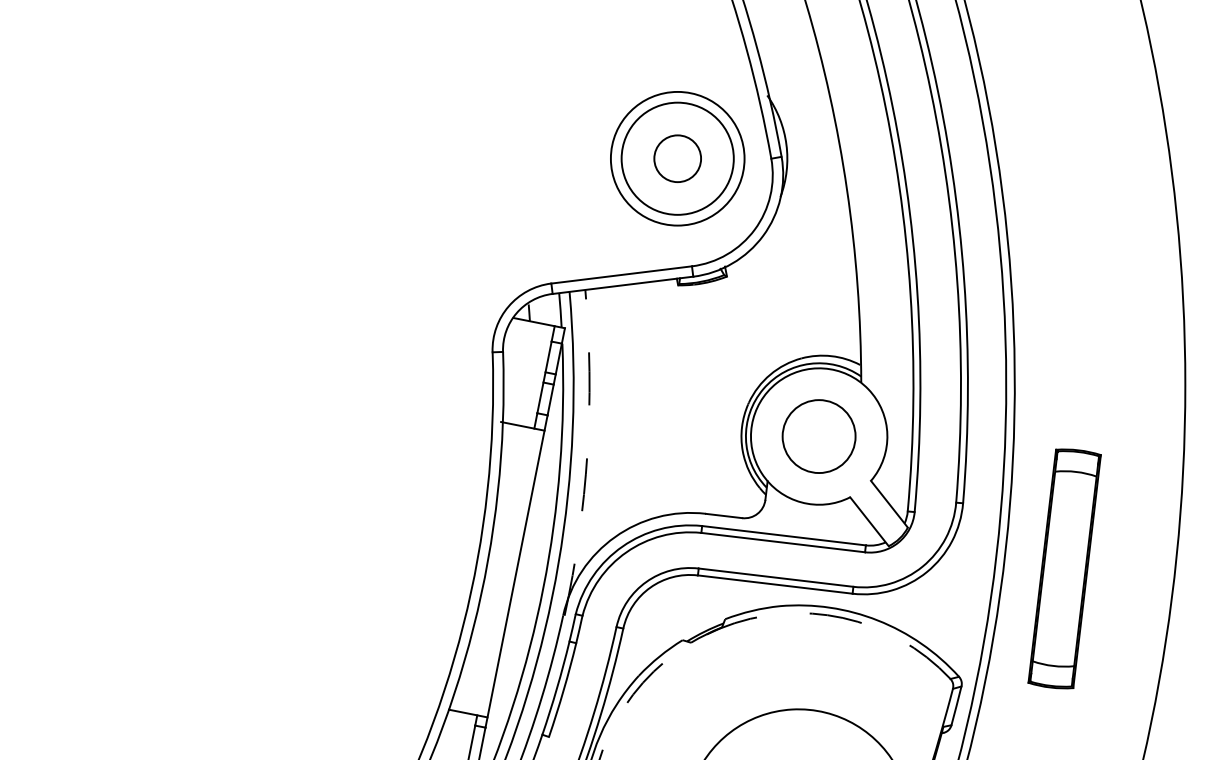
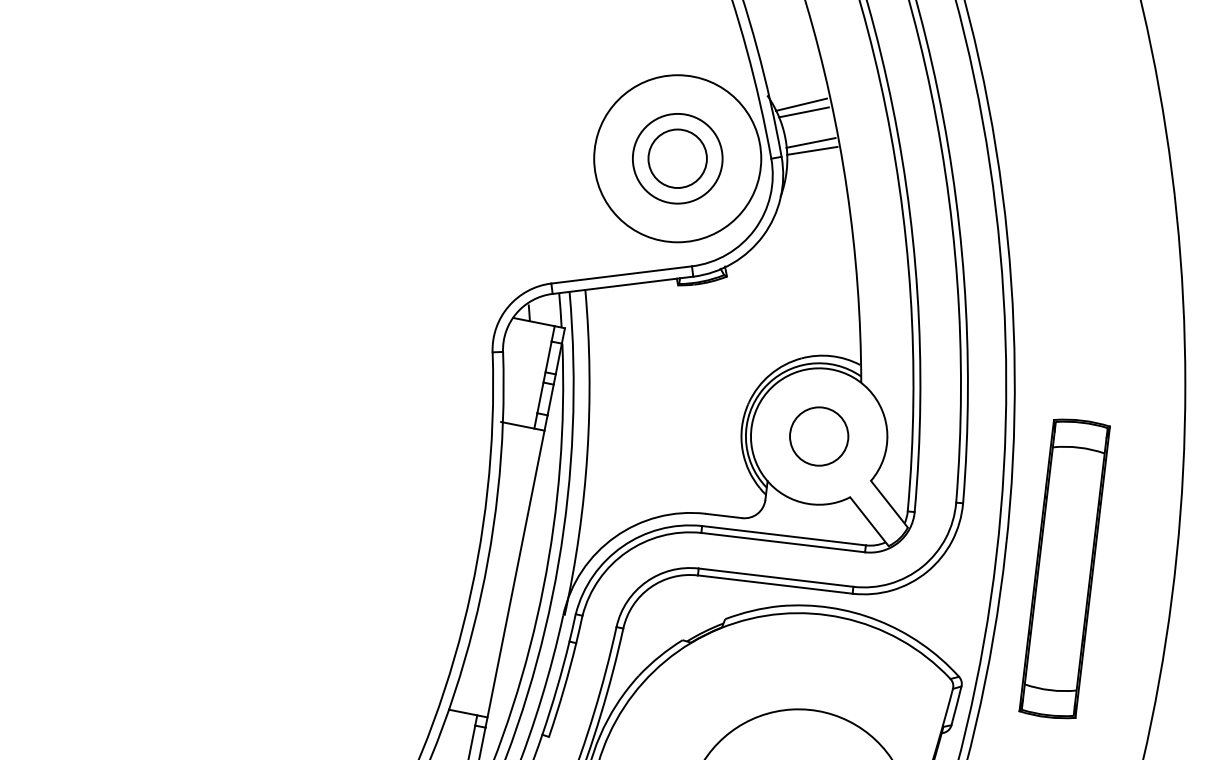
line at (800, 104): none -> present
line at (803, 112): none -> present
line at (810, 142): none -> present
line at (812, 150): none -> present
circle at (677, 158) diameter: 112 px -> 90 px
circle at (677, 158) diameter: 134 px -> 167 px
circle at (677, 158) diameter: 47 px -> 58 px
circle at (818, 436) size: 76x75 px -> 61x61 px
arc at (587, 453): dashed -> solid
part at (1064, 568) size: 75x242 px -> 93x302 px
arc at (751, 618): dashed -> solid
